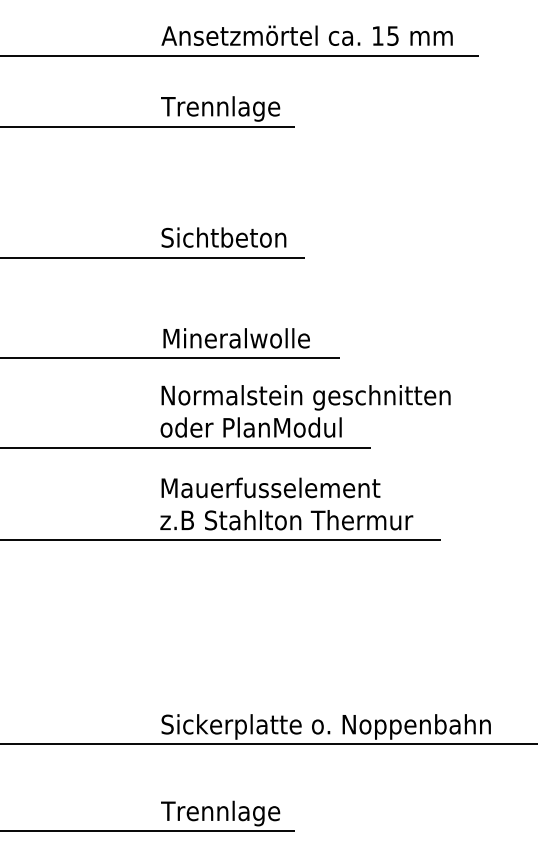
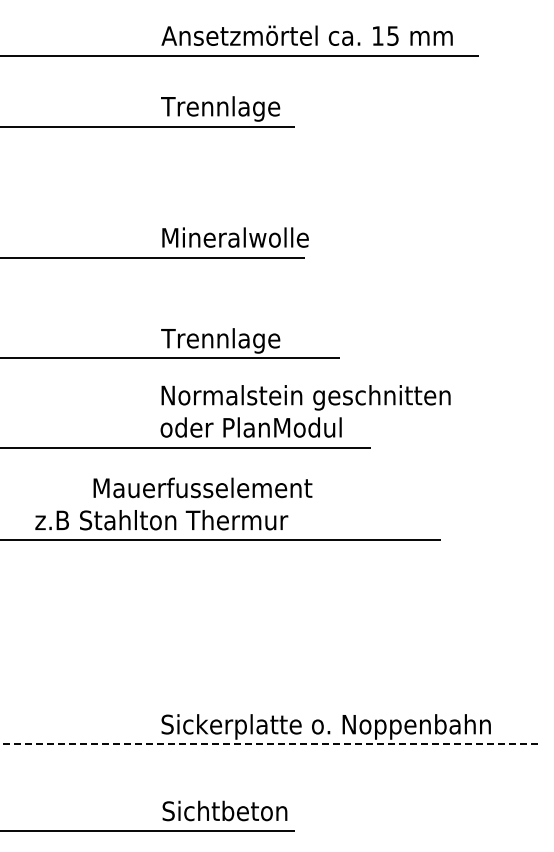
text at (234, 237): Sichtbeton -> Mineralwolle
text at (235, 340): Mineralwolle -> Trennlage
text at (270, 487) position: (270, 487) -> (202, 487)
text at (286, 520) position: (286, 520) -> (161, 520)
line at (268, 744): solid -> dashed
text at (224, 813): Trennlage -> Sichtbeton
